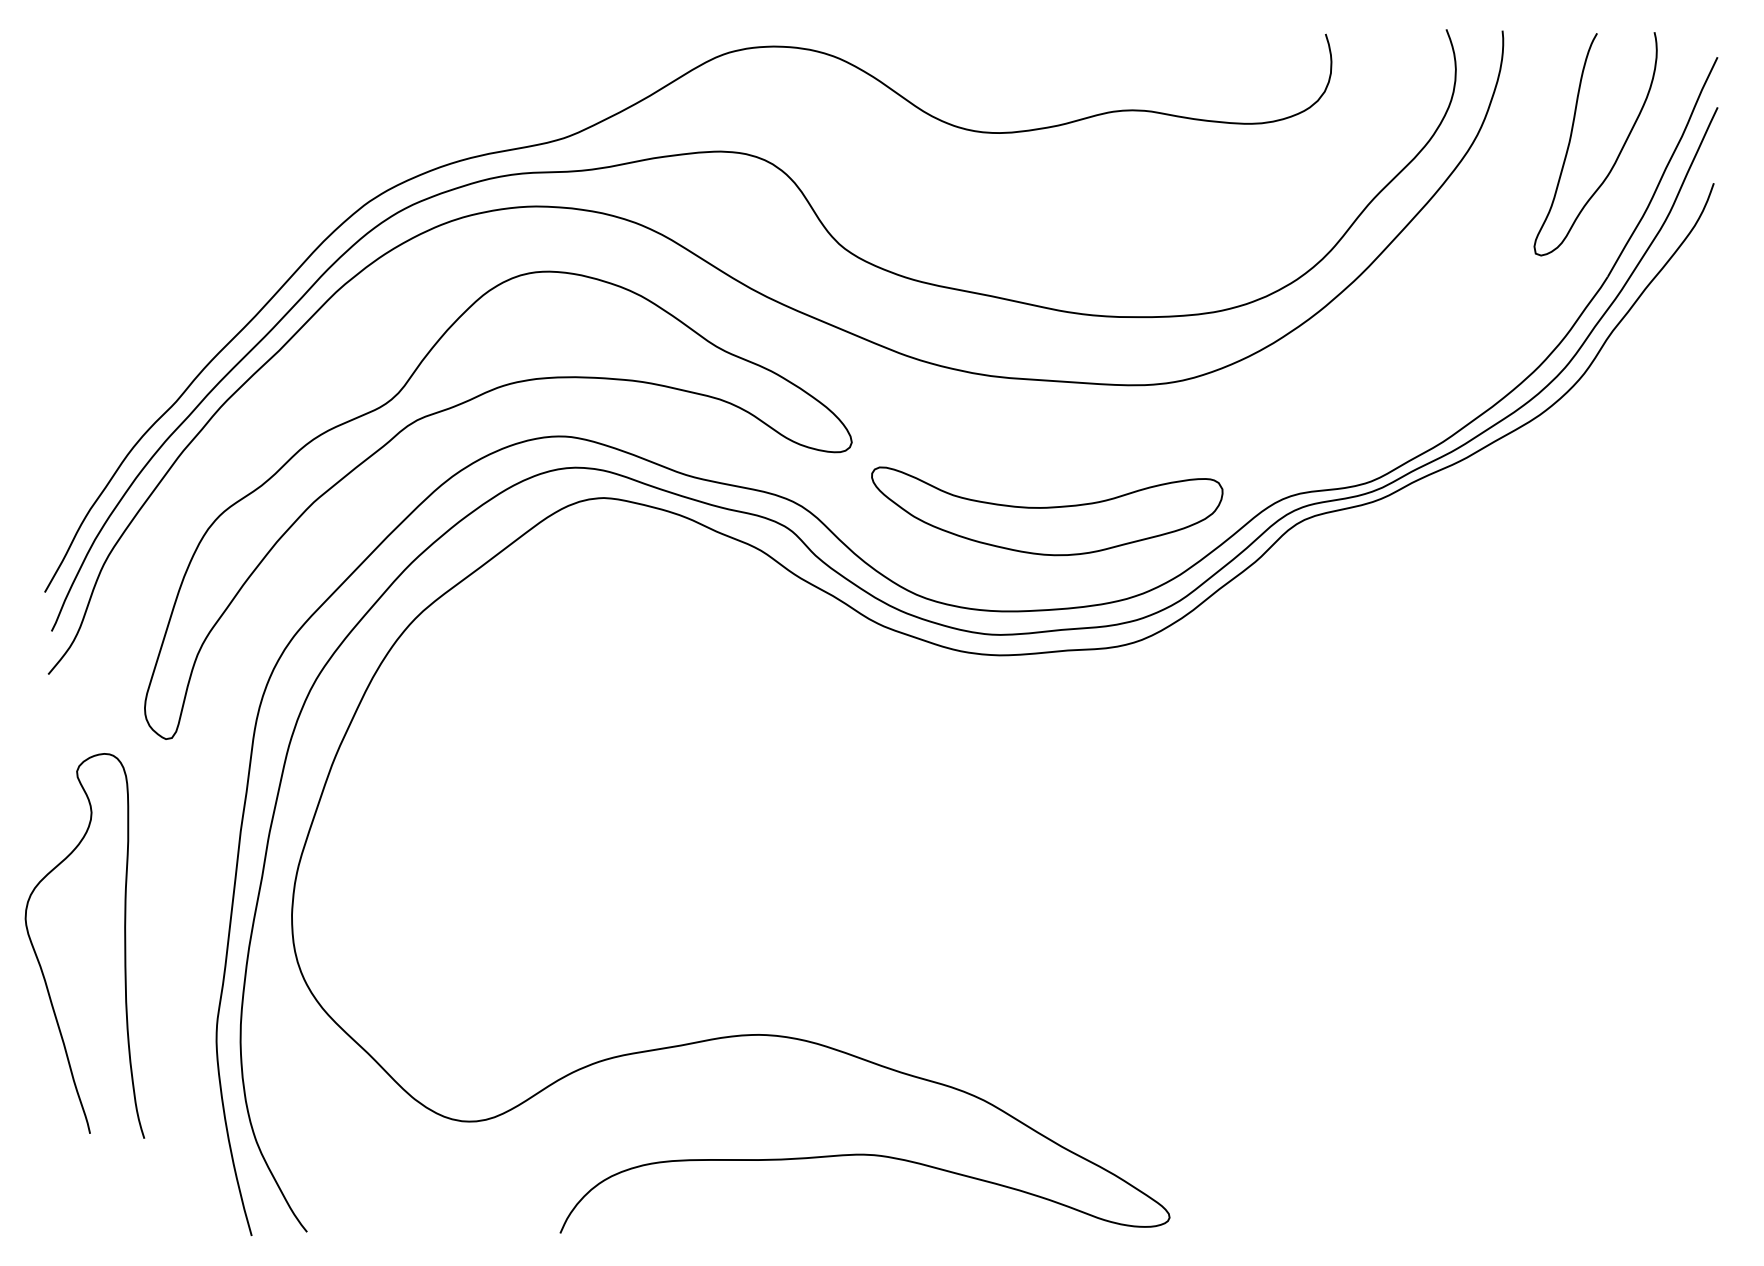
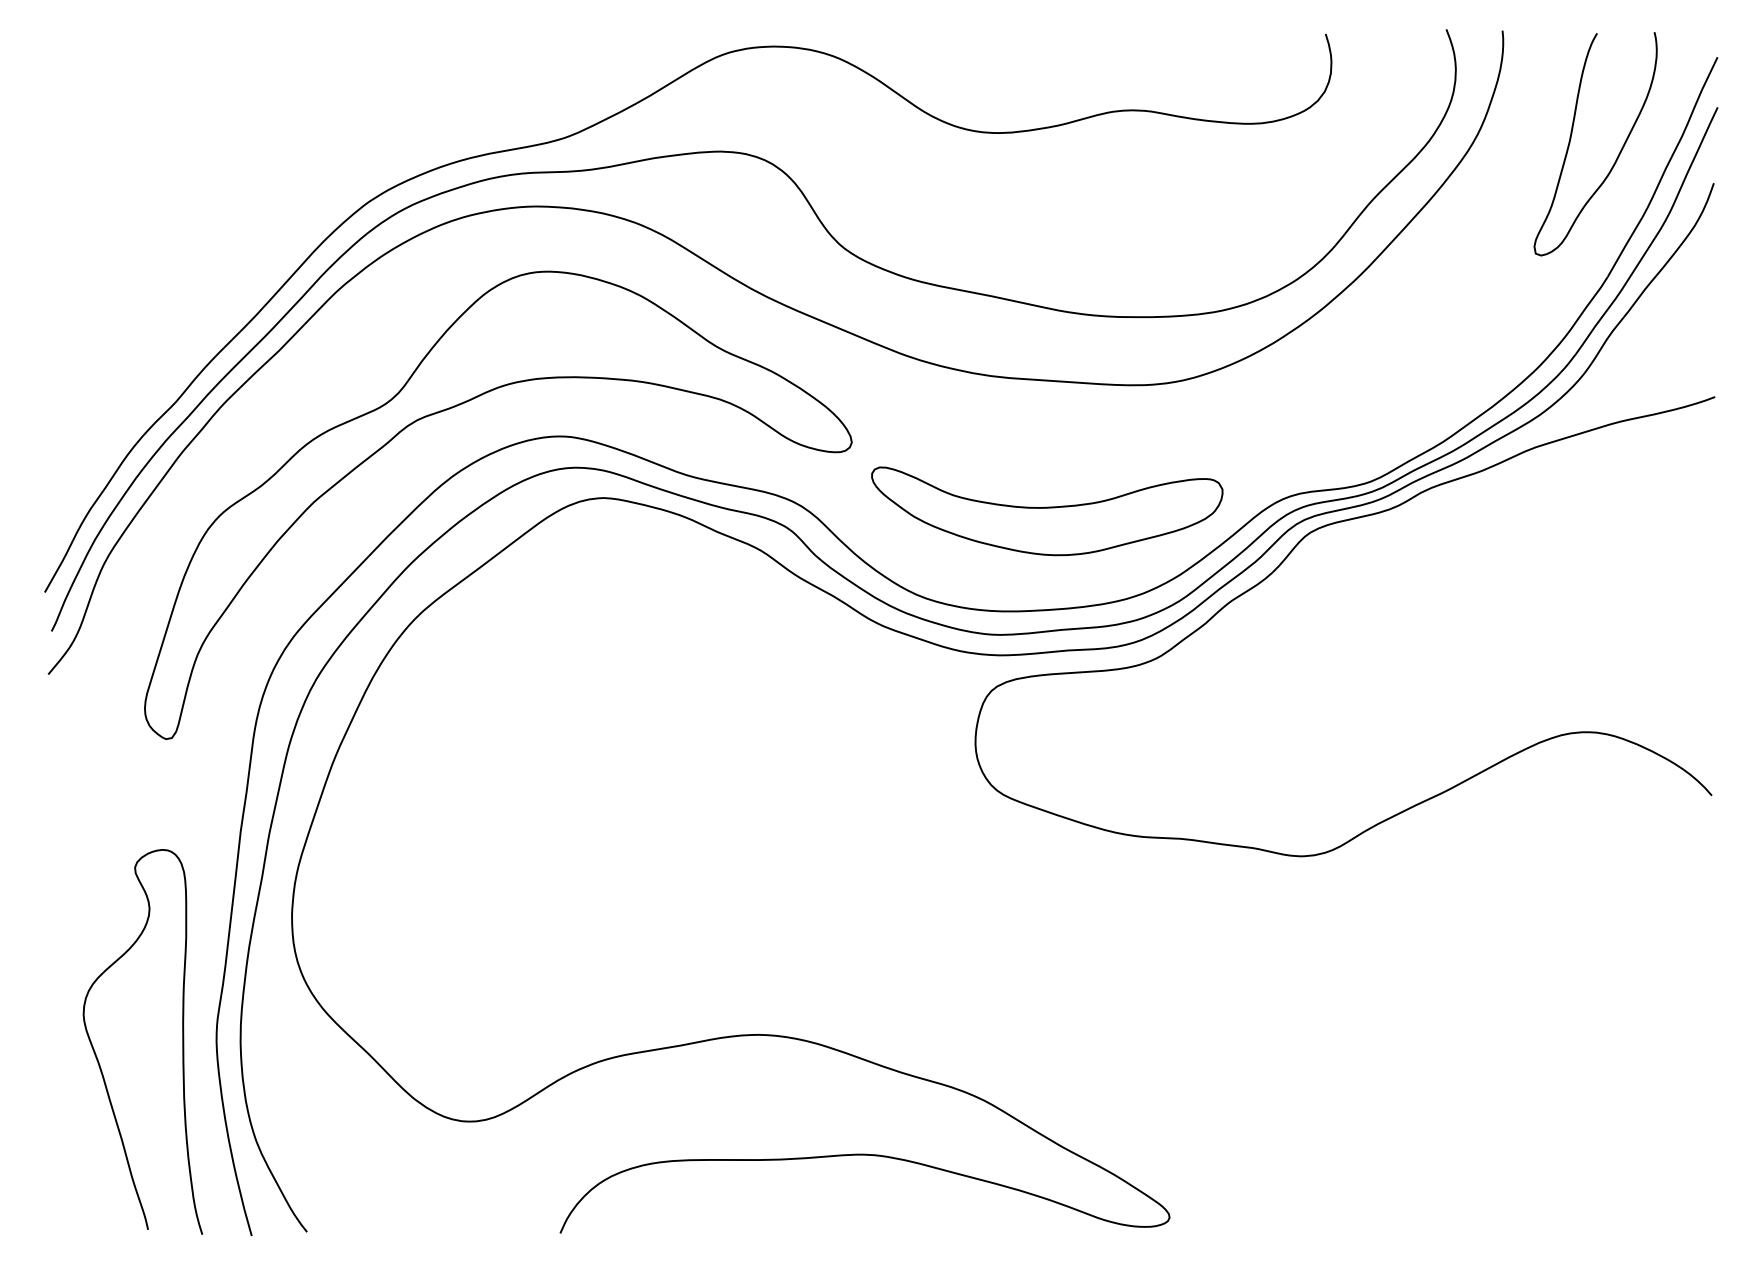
curve at (1282, 563): none -> present
curve at (124, 945) position: (124, 945) -> (182, 1041)
